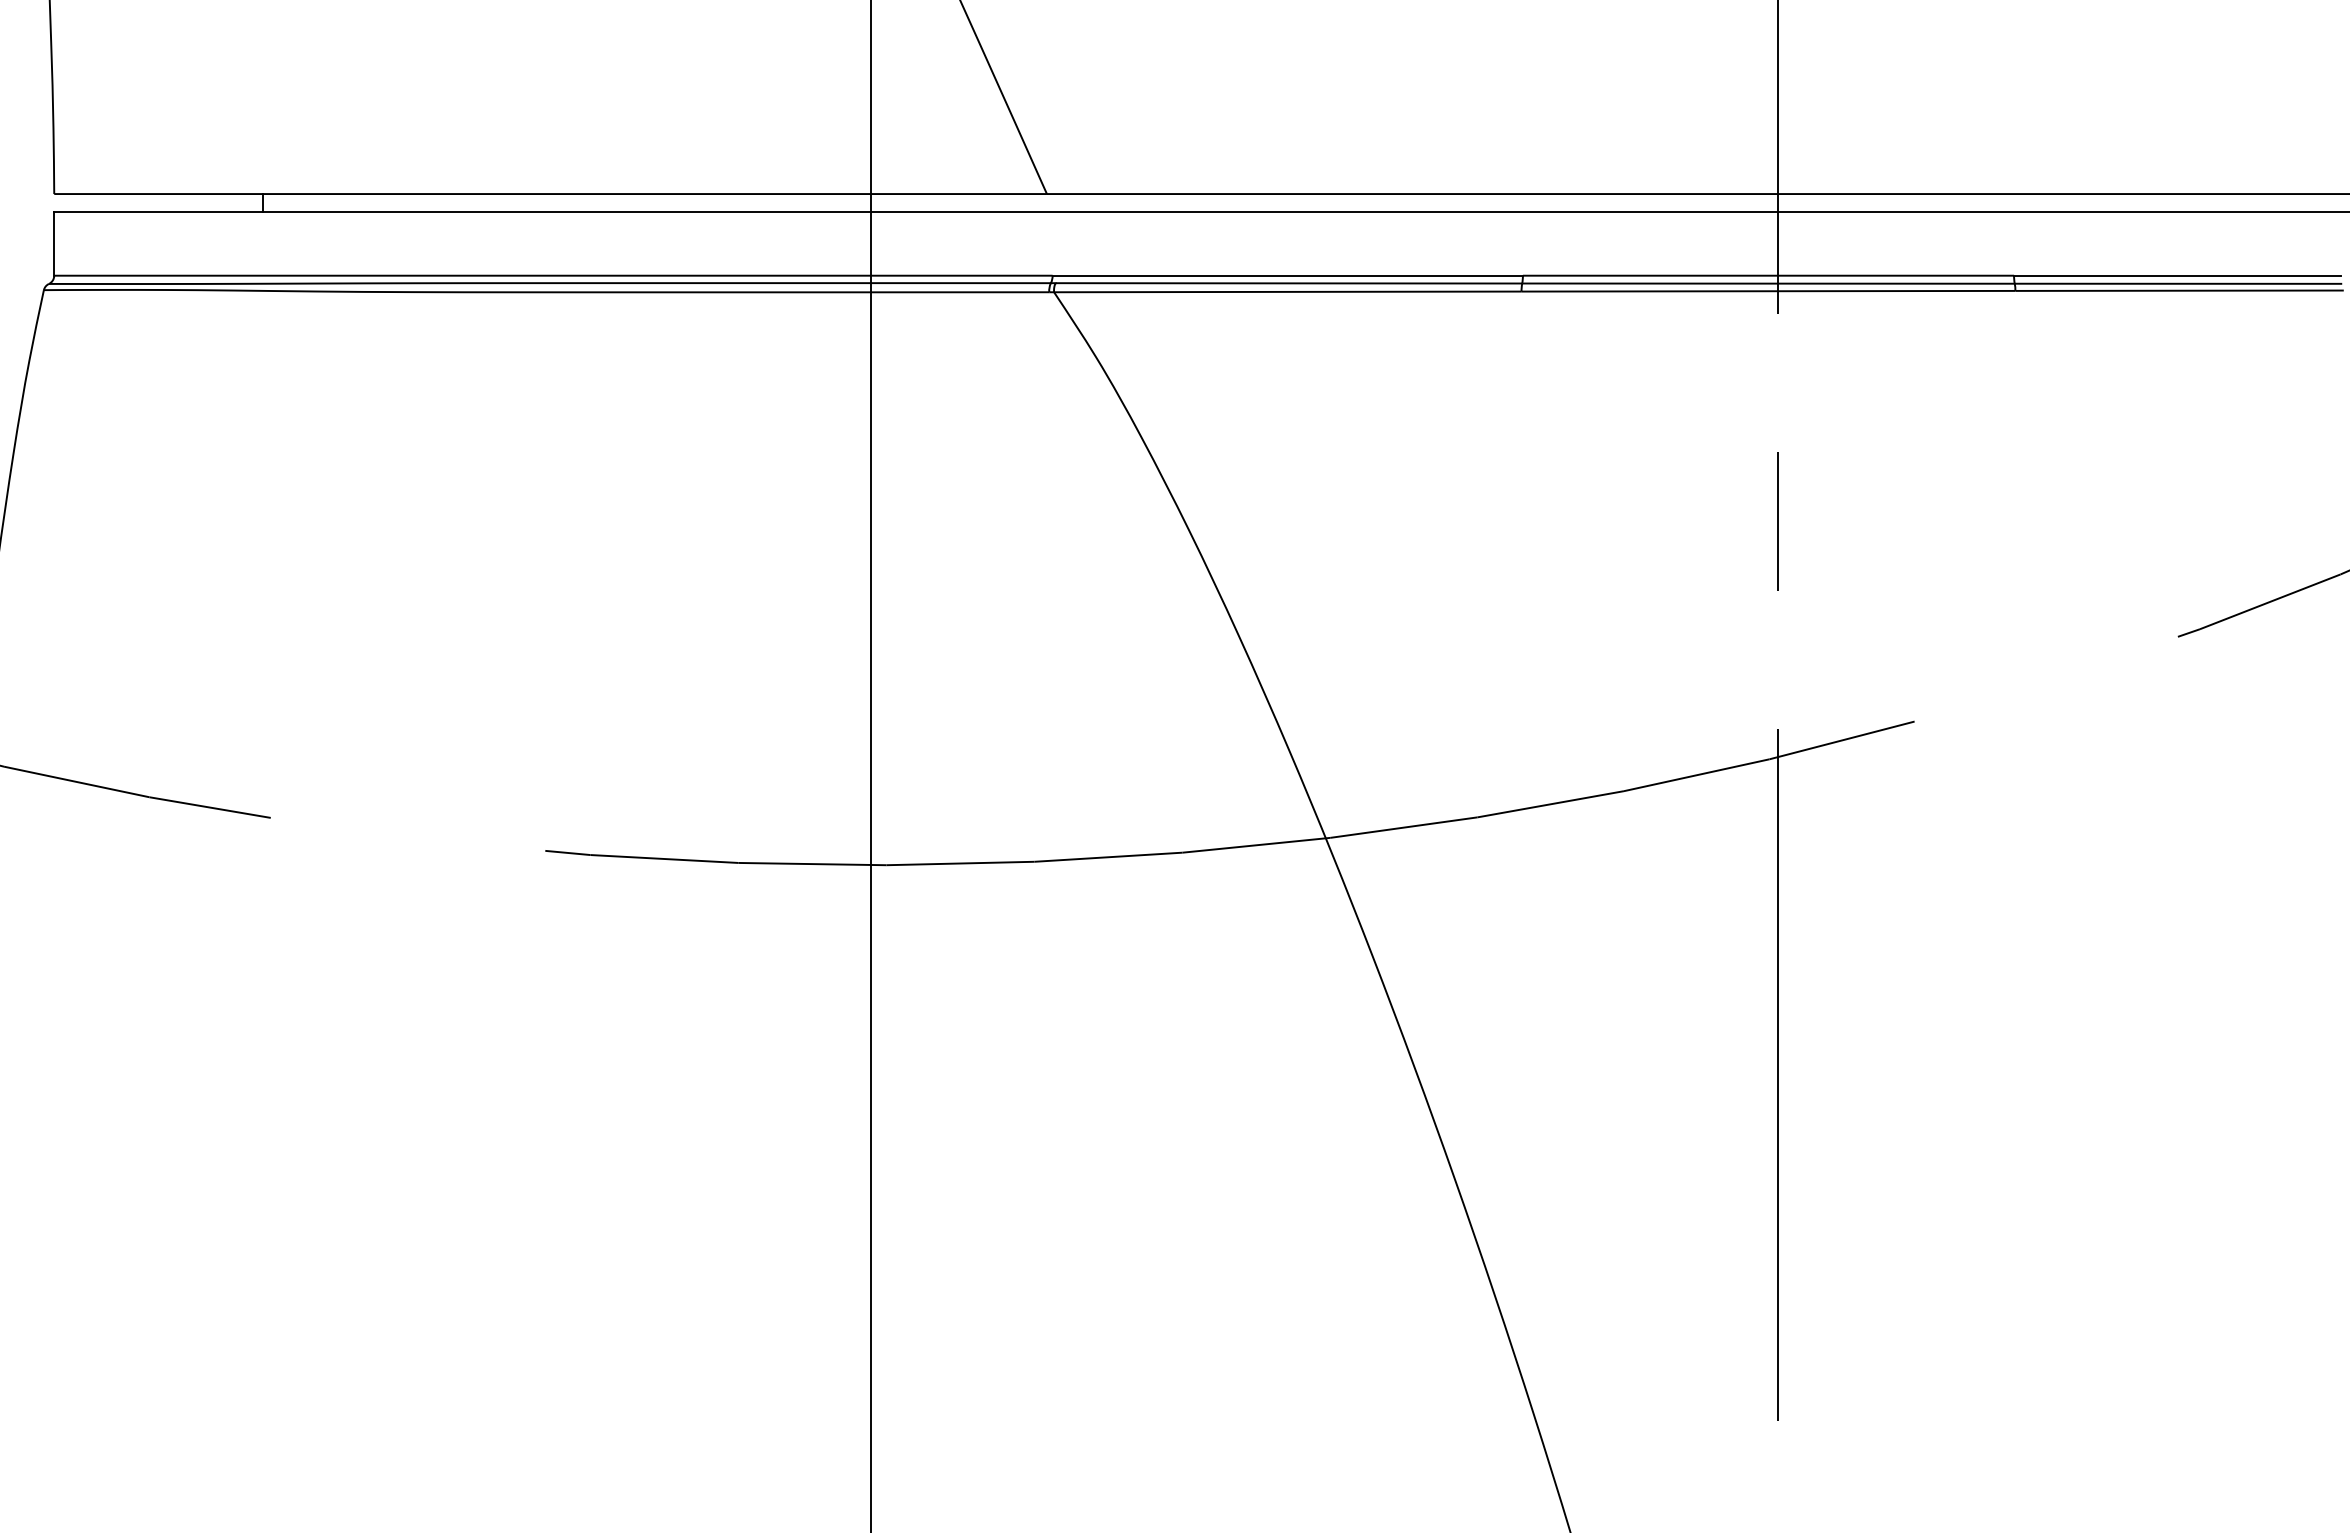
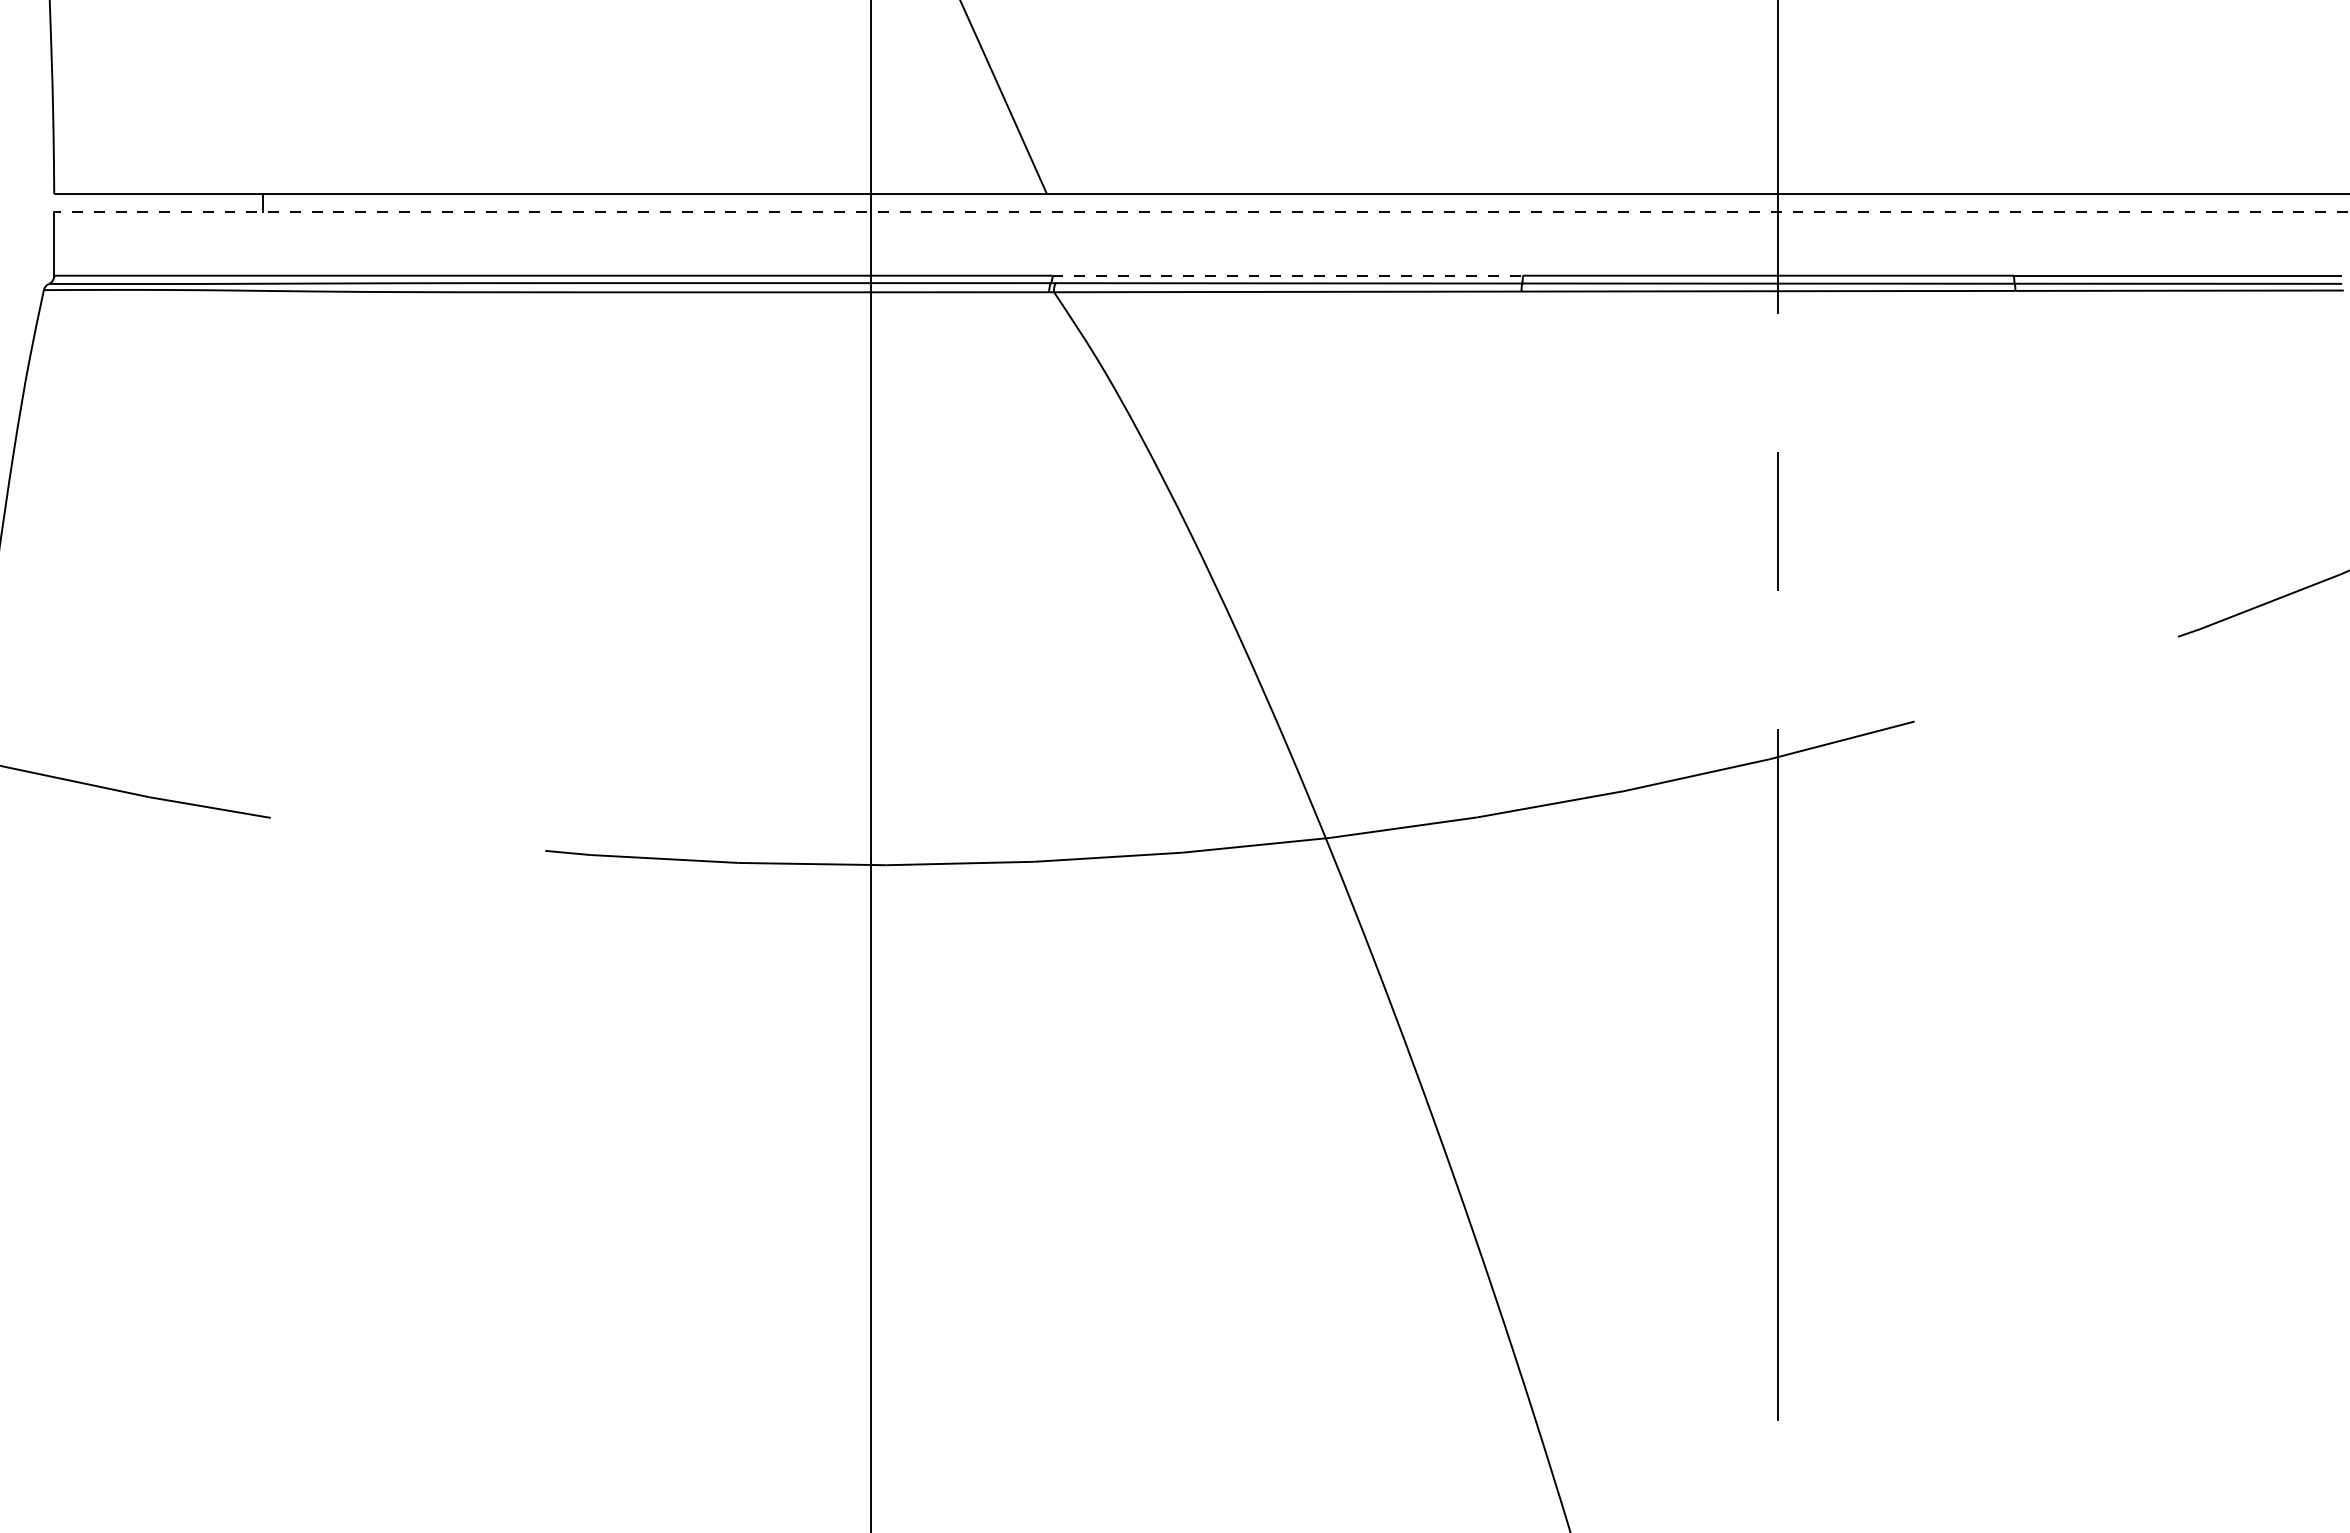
line at (1201, 212): solid -> dashed
line at (1288, 275): solid -> dashed
